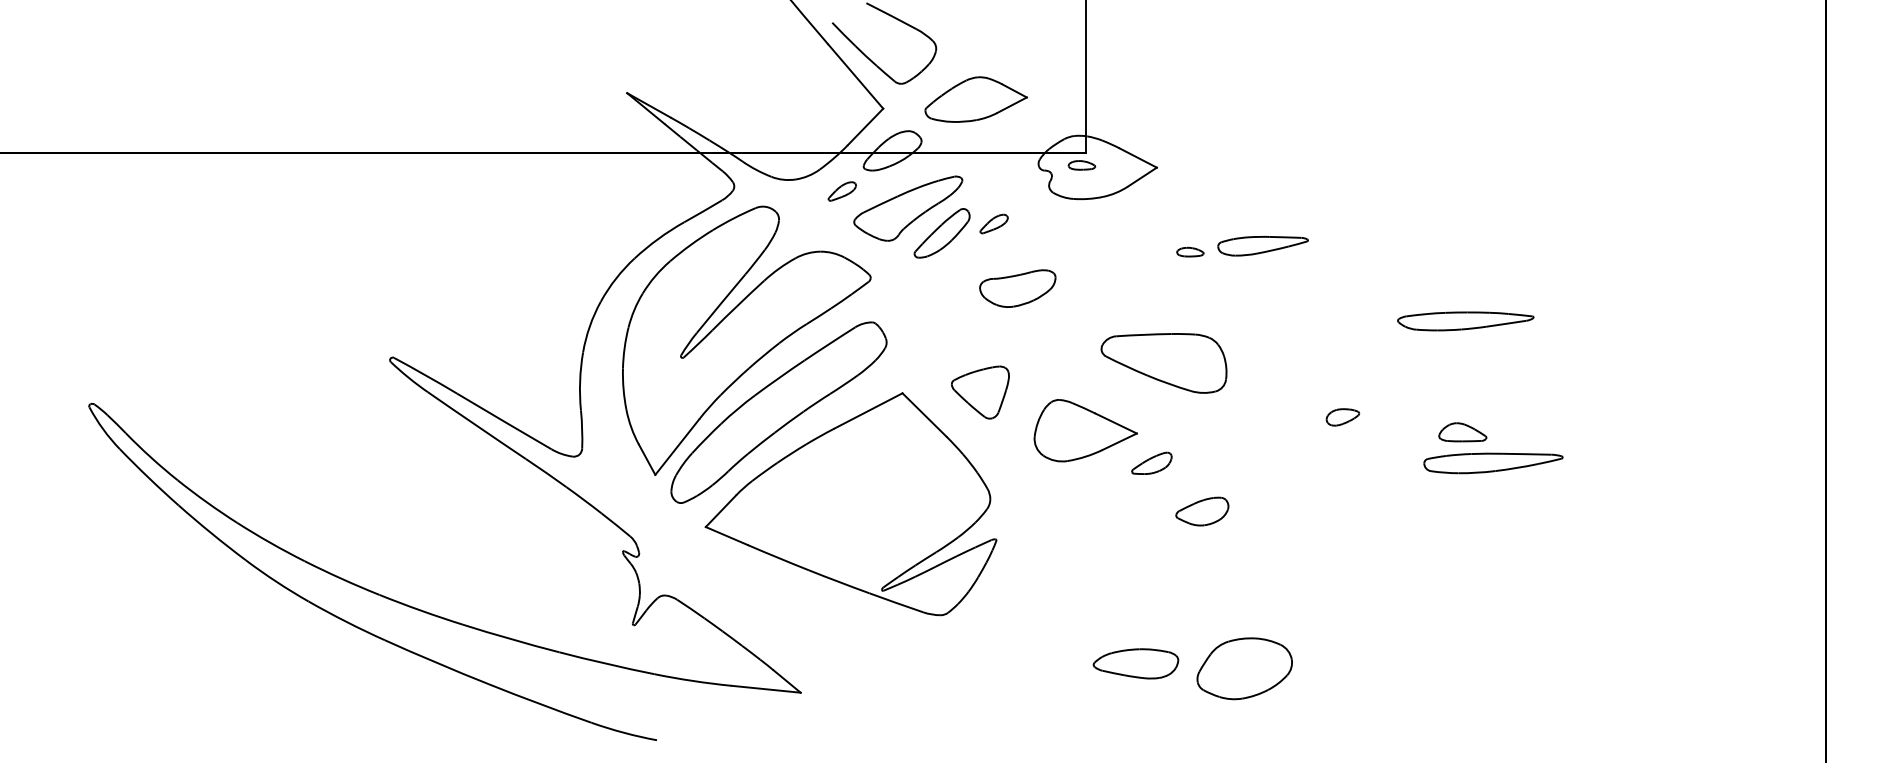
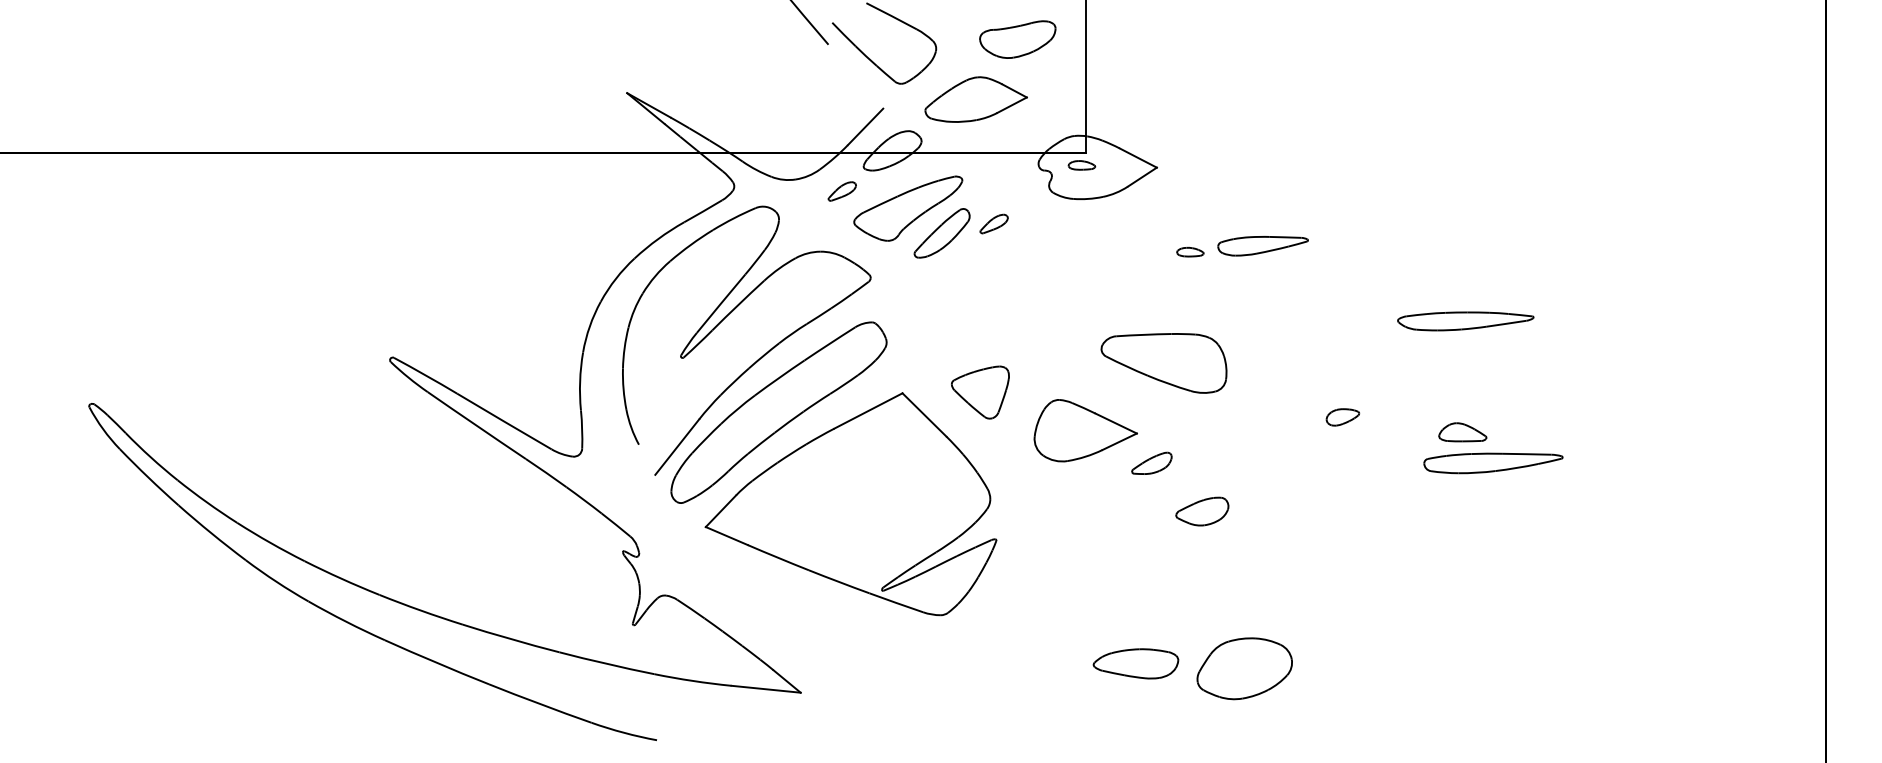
line at (855, 76): present -> none
part at (1017, 288) position: (1017, 288) -> (1017, 39)
line at (647, 459): present -> none
